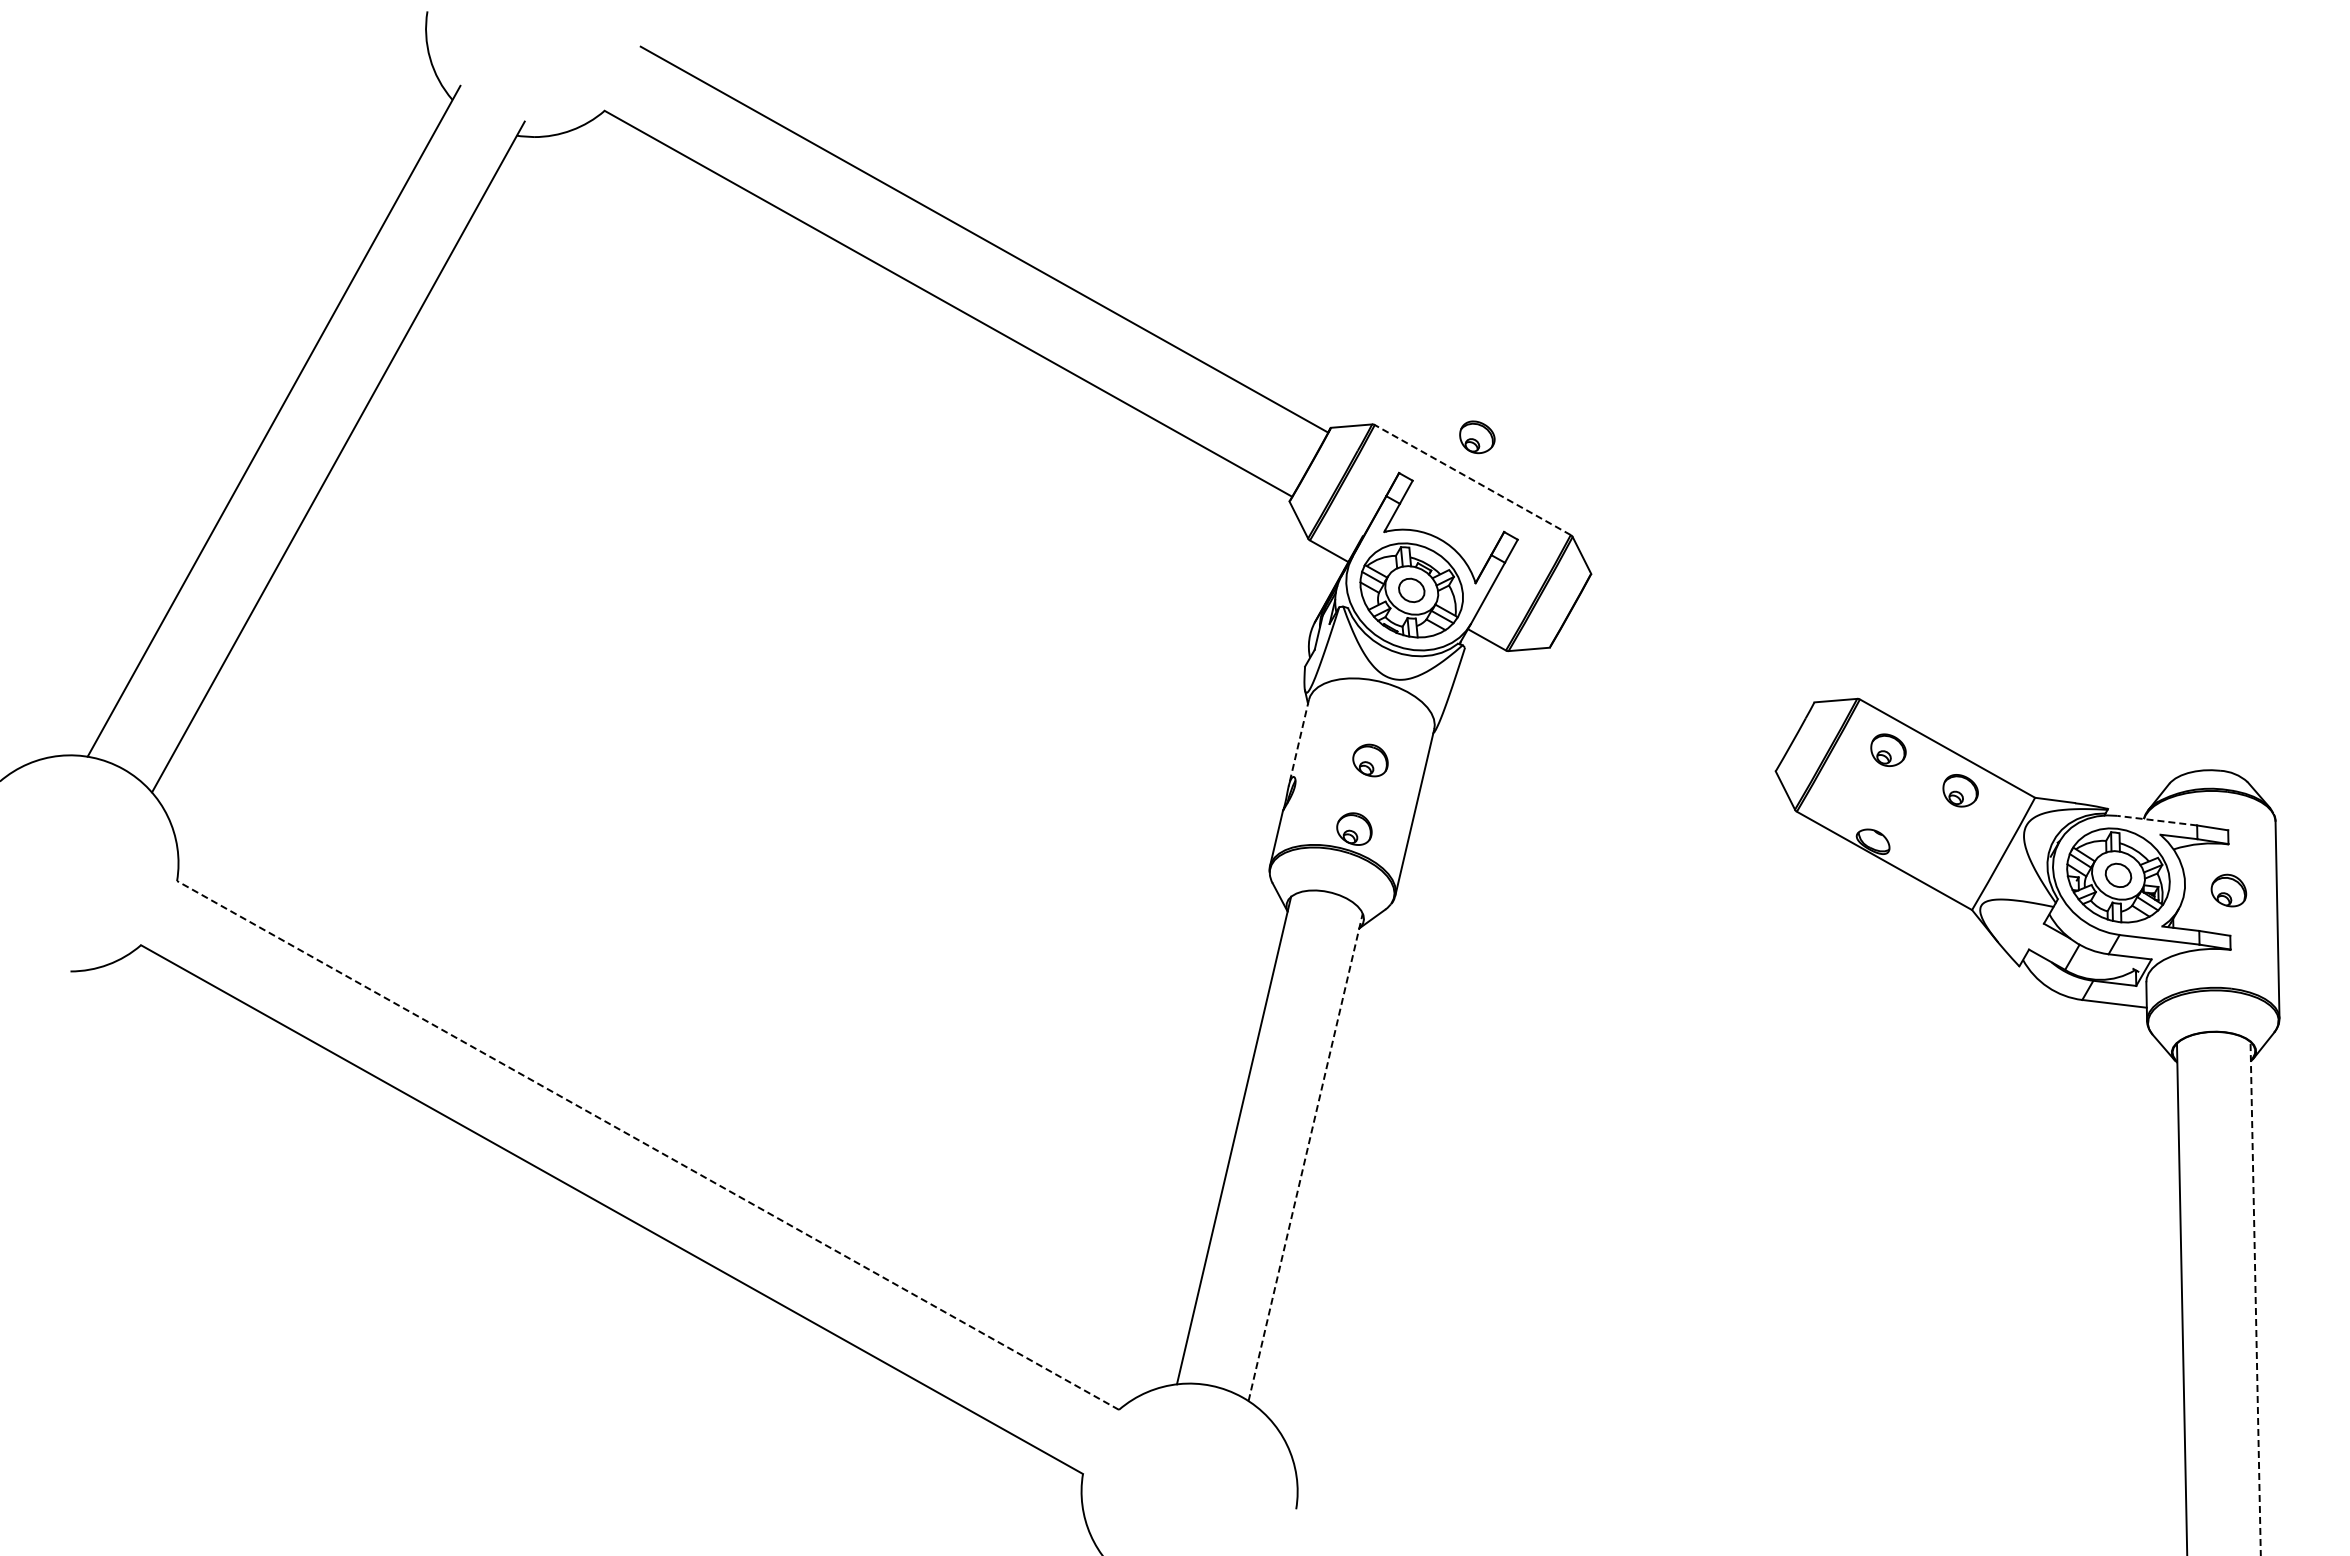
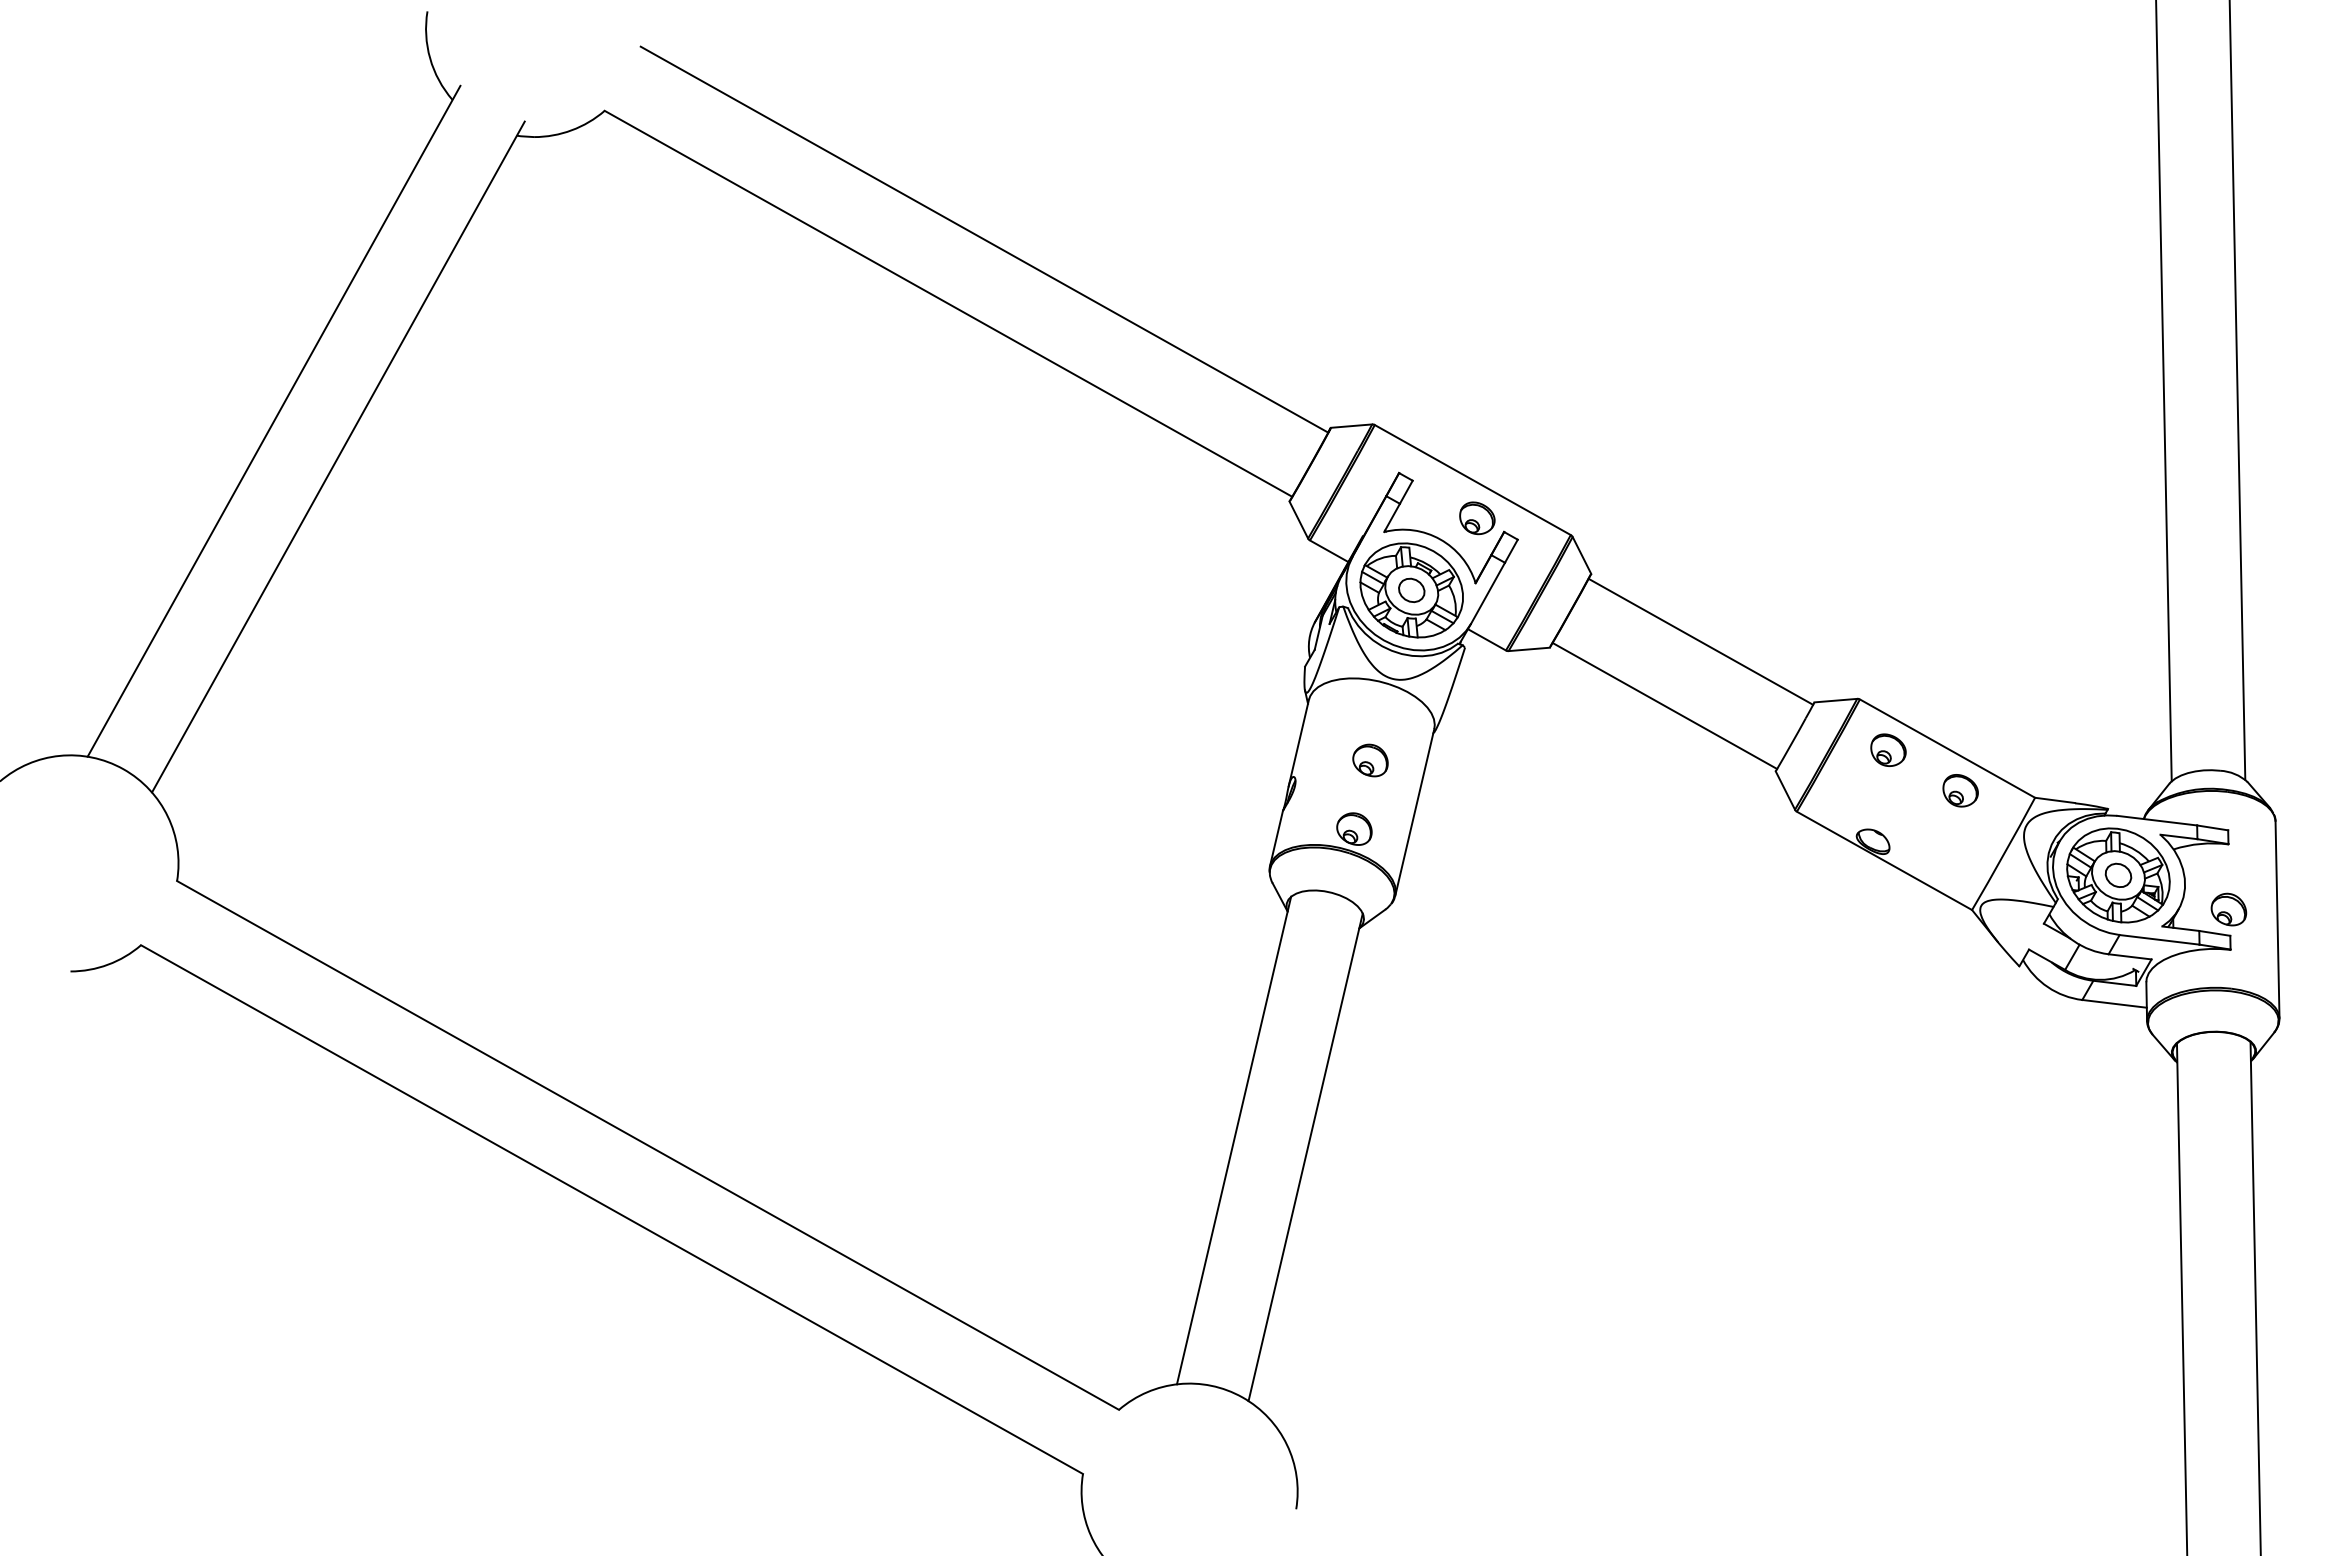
line at (2237, 390): none -> present
line at (2163, 391): none -> present
part at (1477, 437) position: (1477, 437) -> (1477, 518)
line at (1472, 479): dashed -> solid
line at (1700, 641): none -> present
line at (1664, 706): none -> present
line at (1298, 743): dashed -> solid
line at (2156, 820): dashed -> solid
part at (2228, 890) position: (2228, 890) -> (2228, 909)
line at (647, 1145): dashed -> solid
line at (1305, 1156): dashed -> solid
line at (2255, 1298): dashed -> solid
